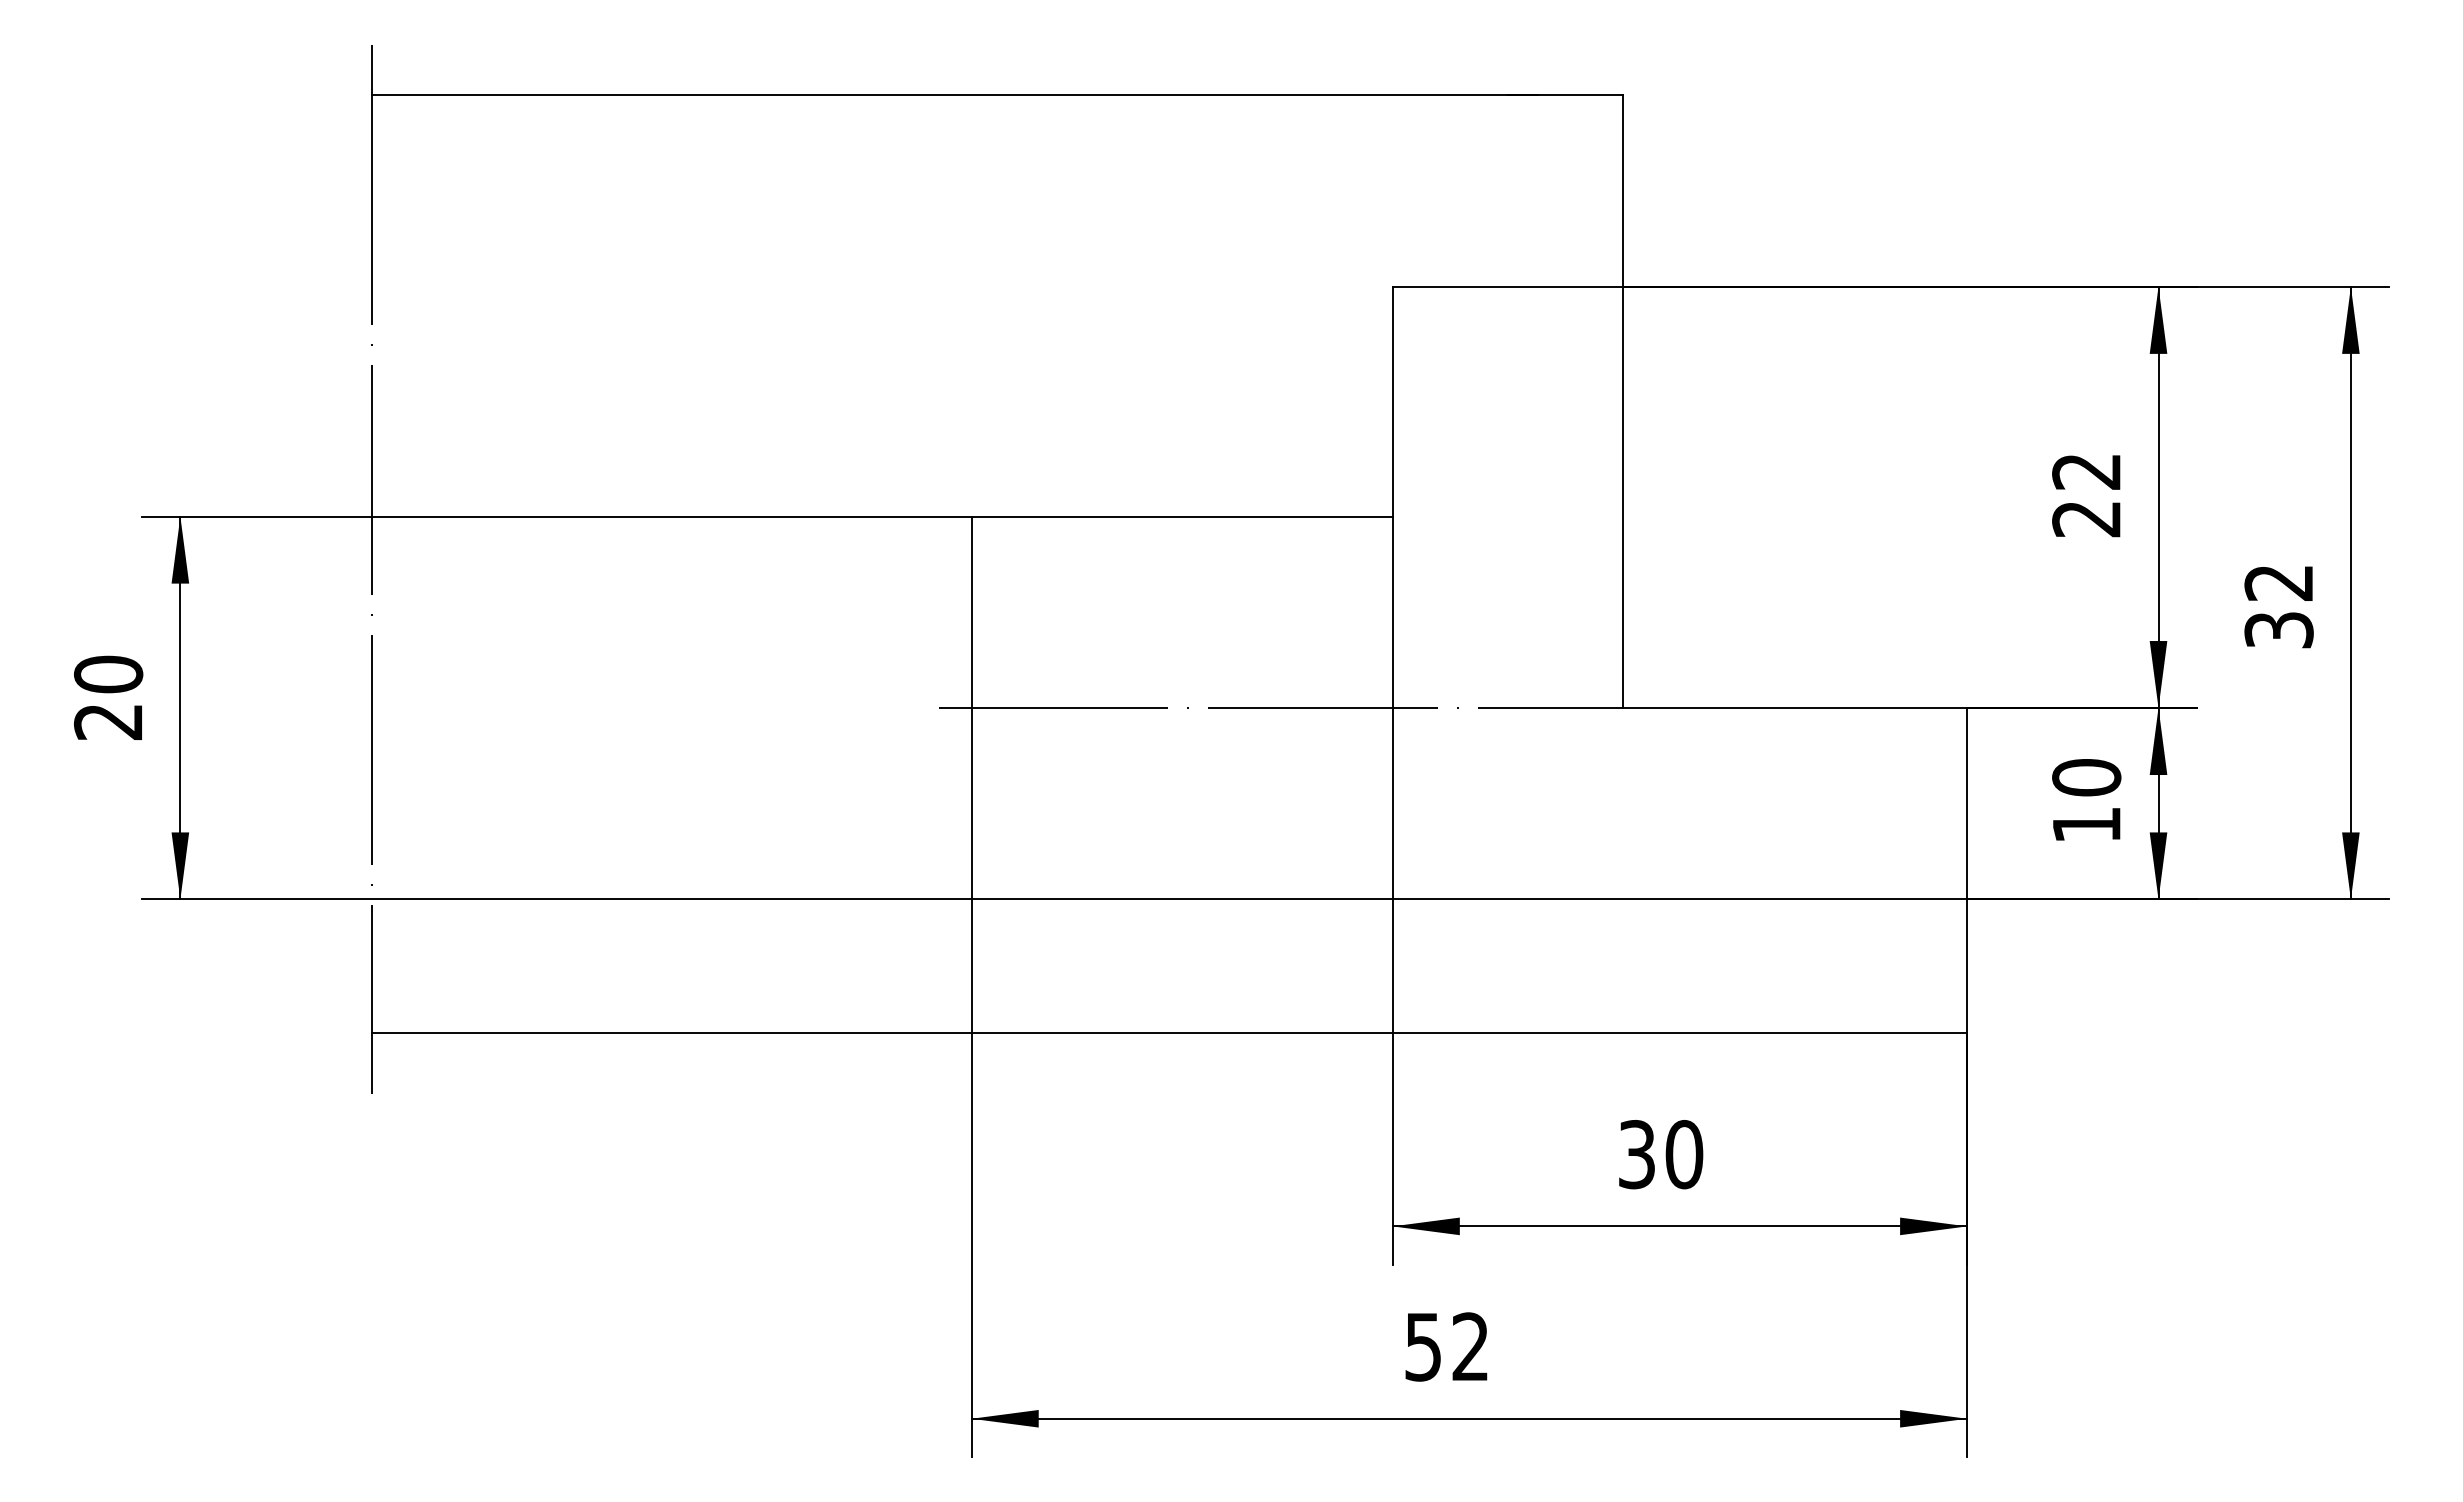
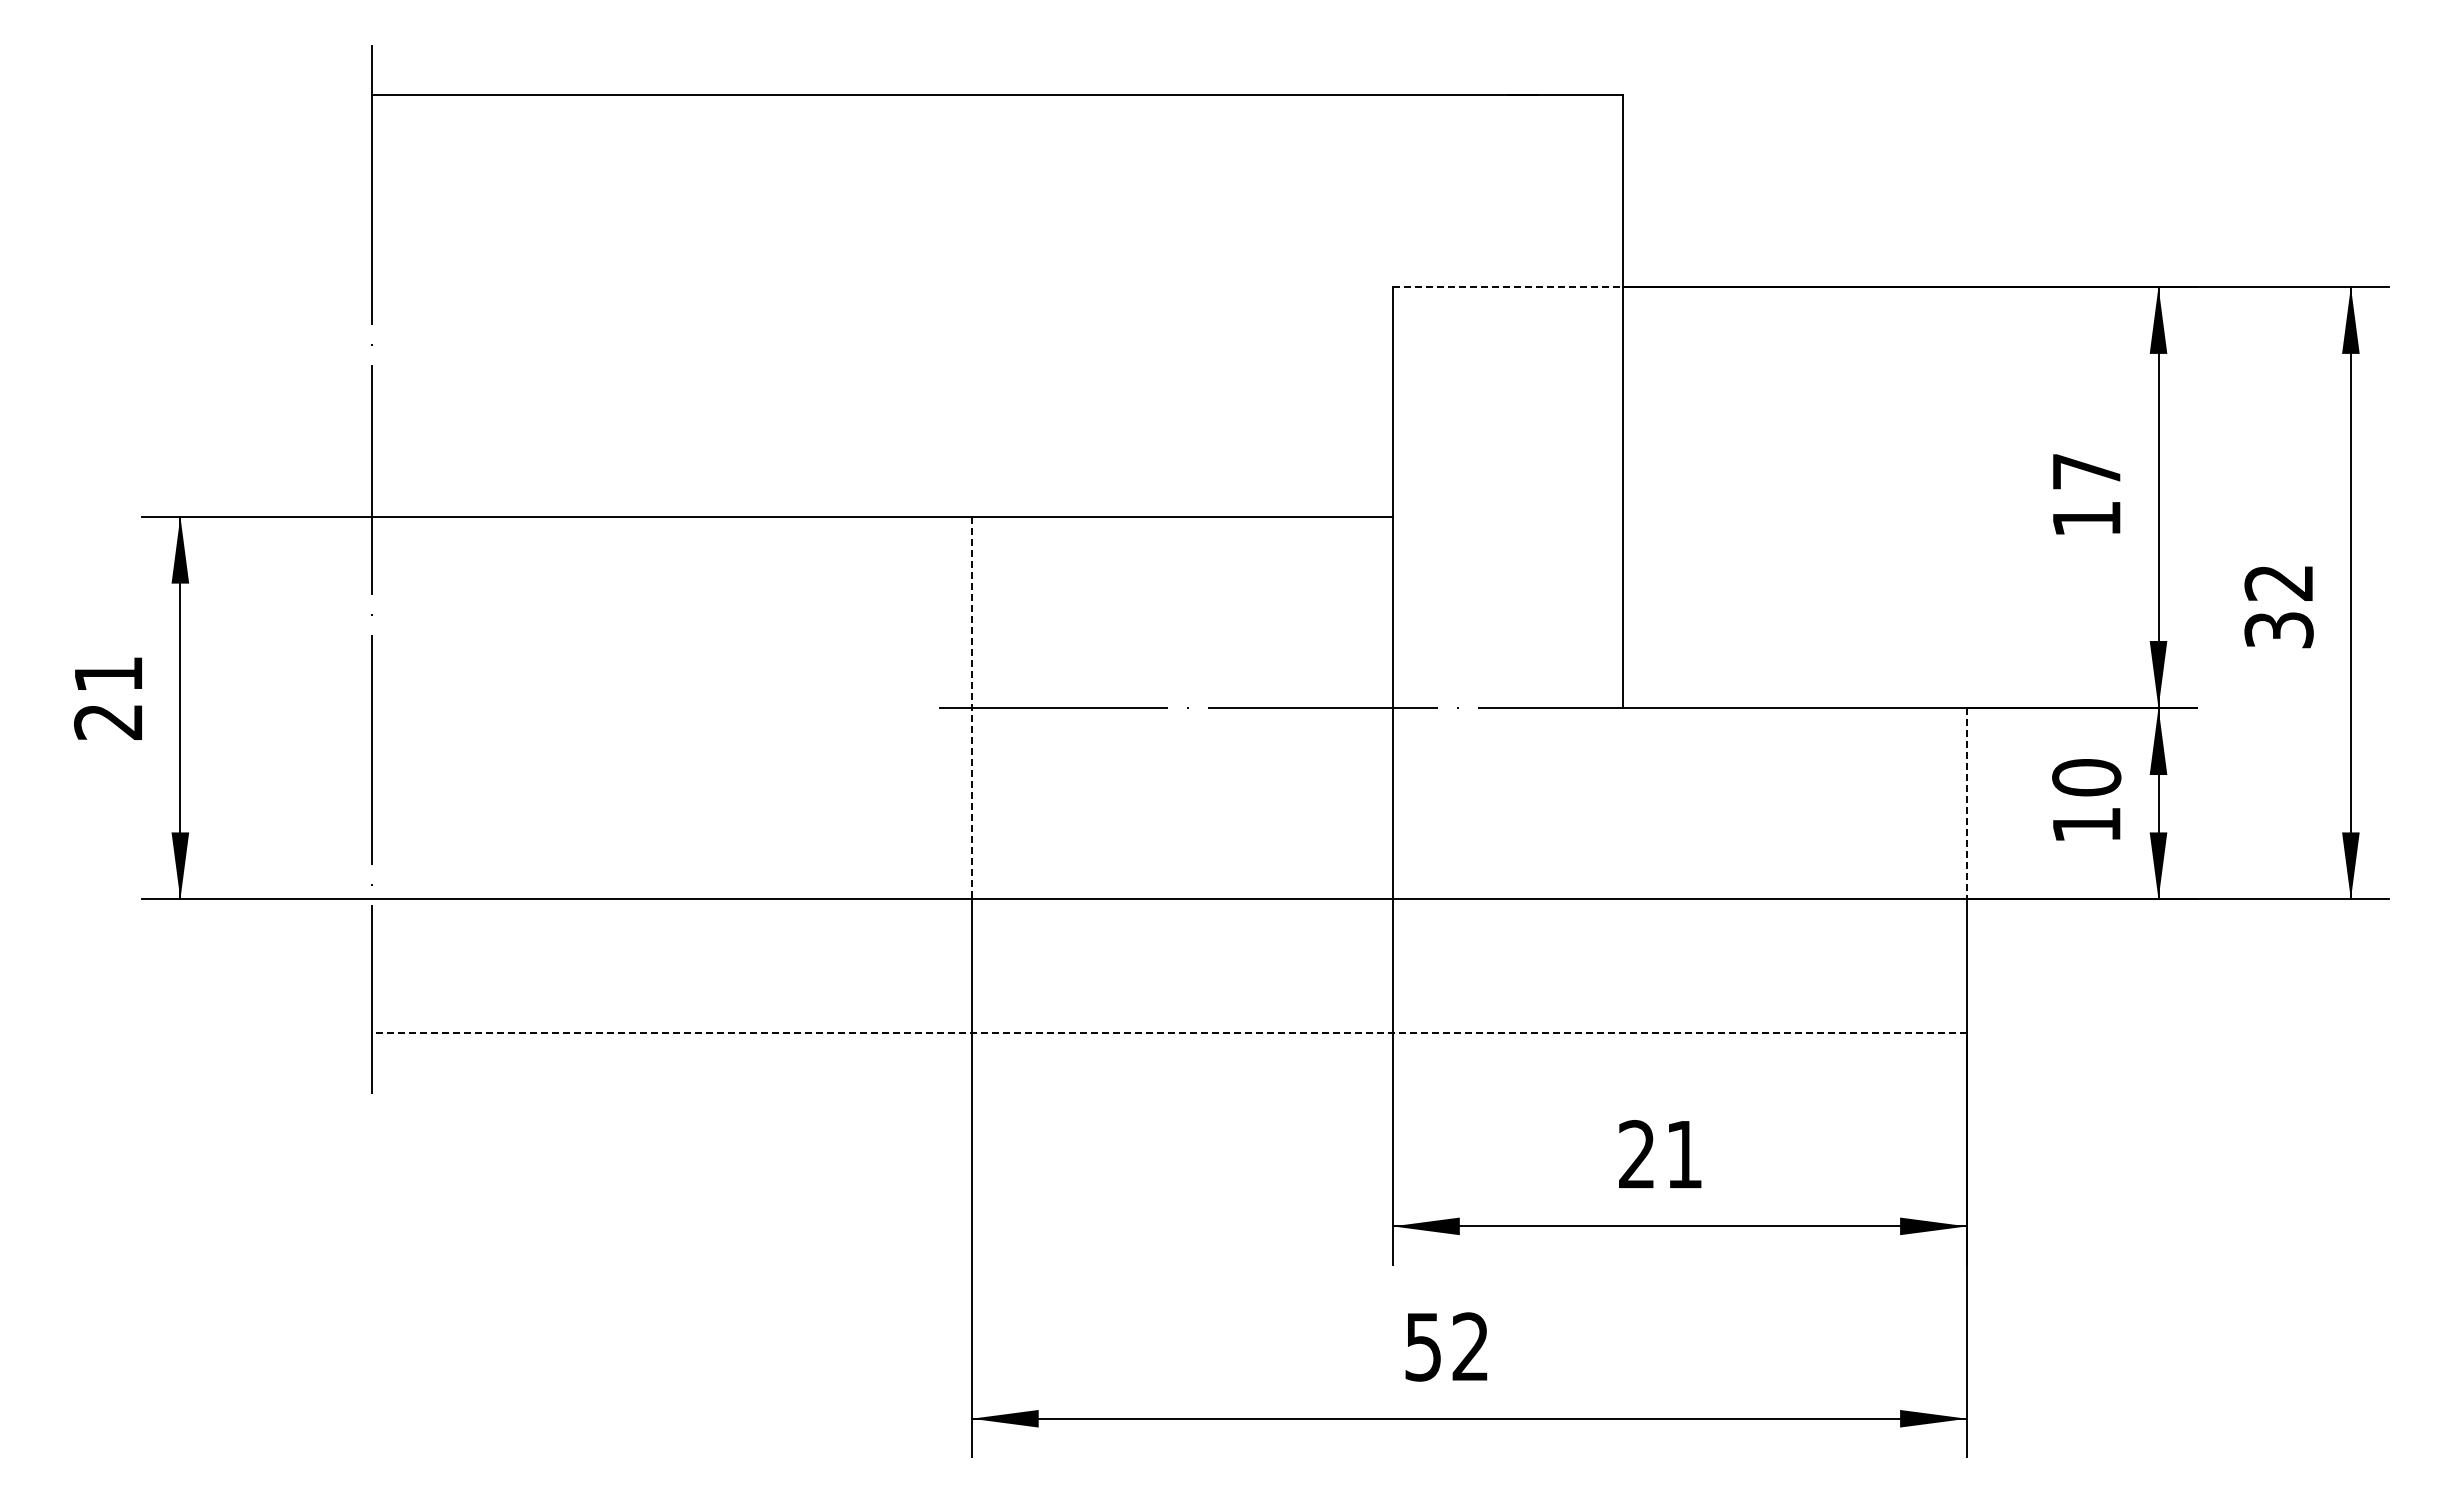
line at (1507, 286): solid -> dashed
text at (2086, 495): 22 -> 17
text at (108, 674): 20 -> 21
line at (971, 708): solid -> dashed
line at (1967, 803): solid -> dashed
line at (1169, 1033): solid -> dashed
text at (1661, 1154): 30 -> 21
